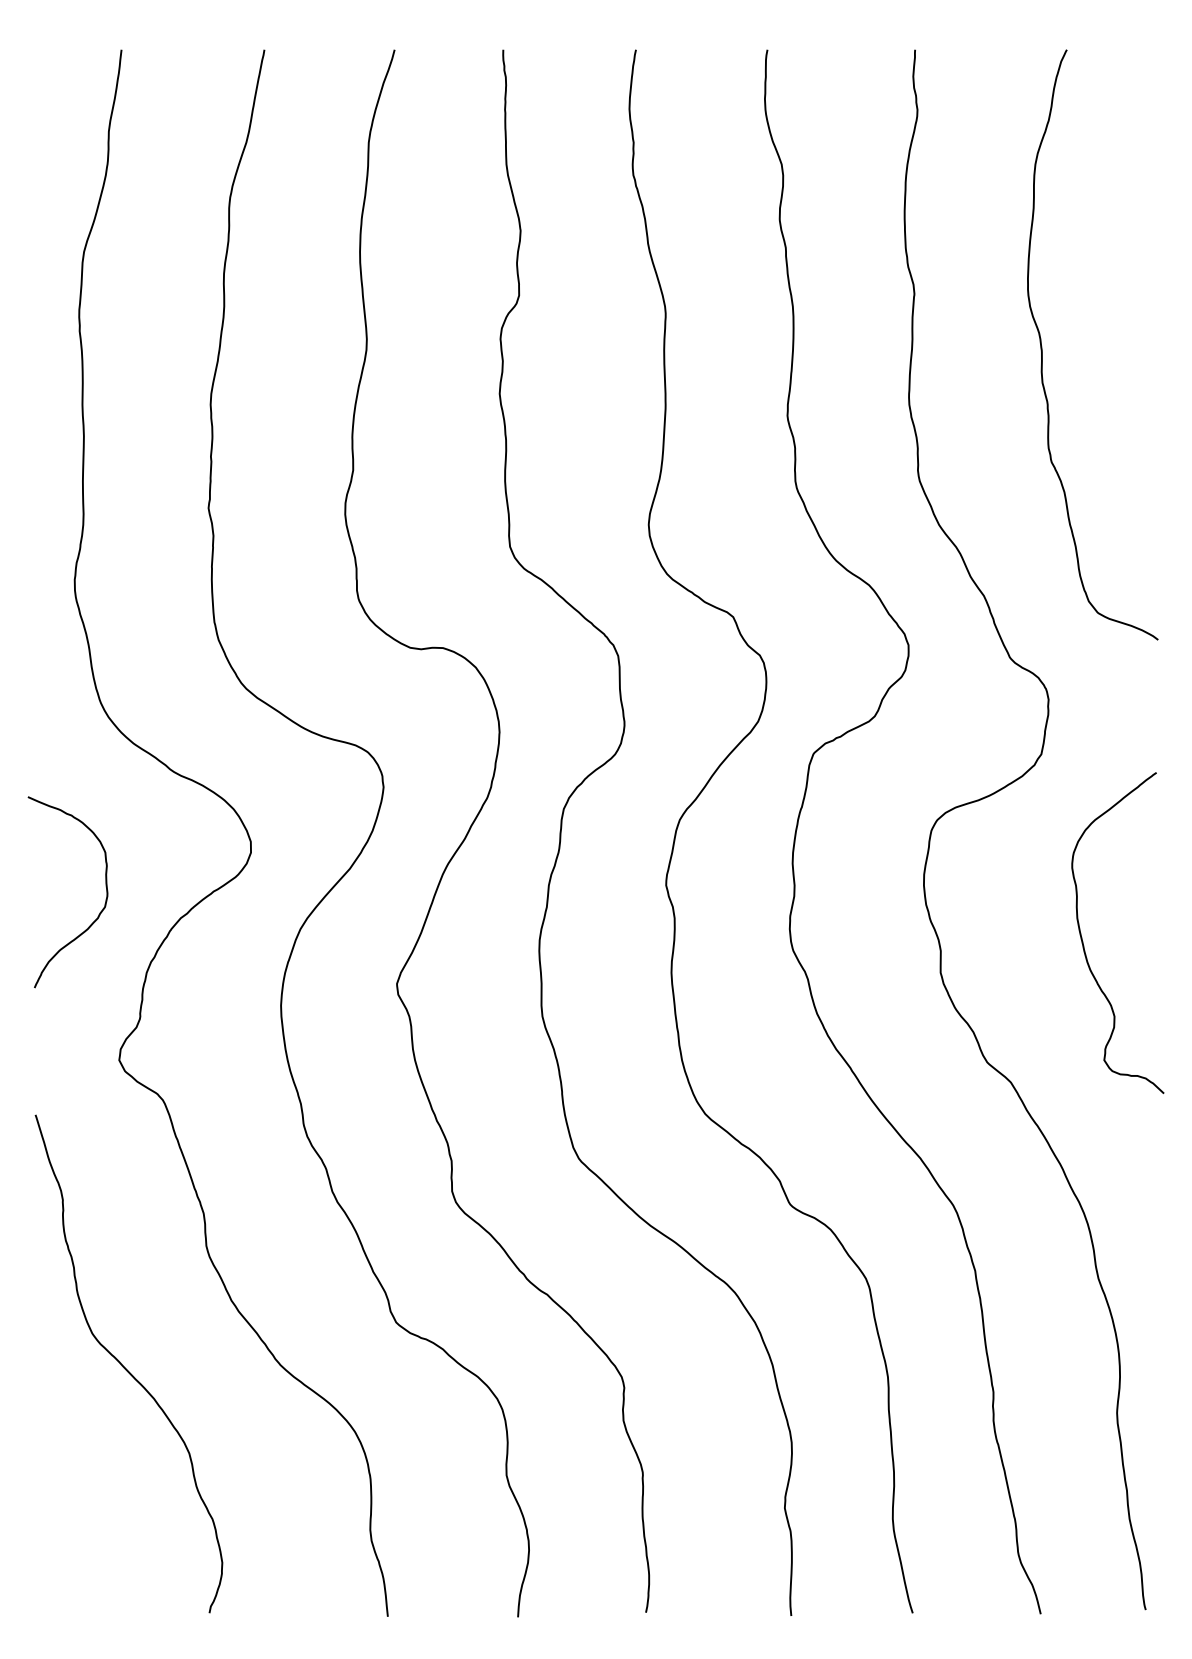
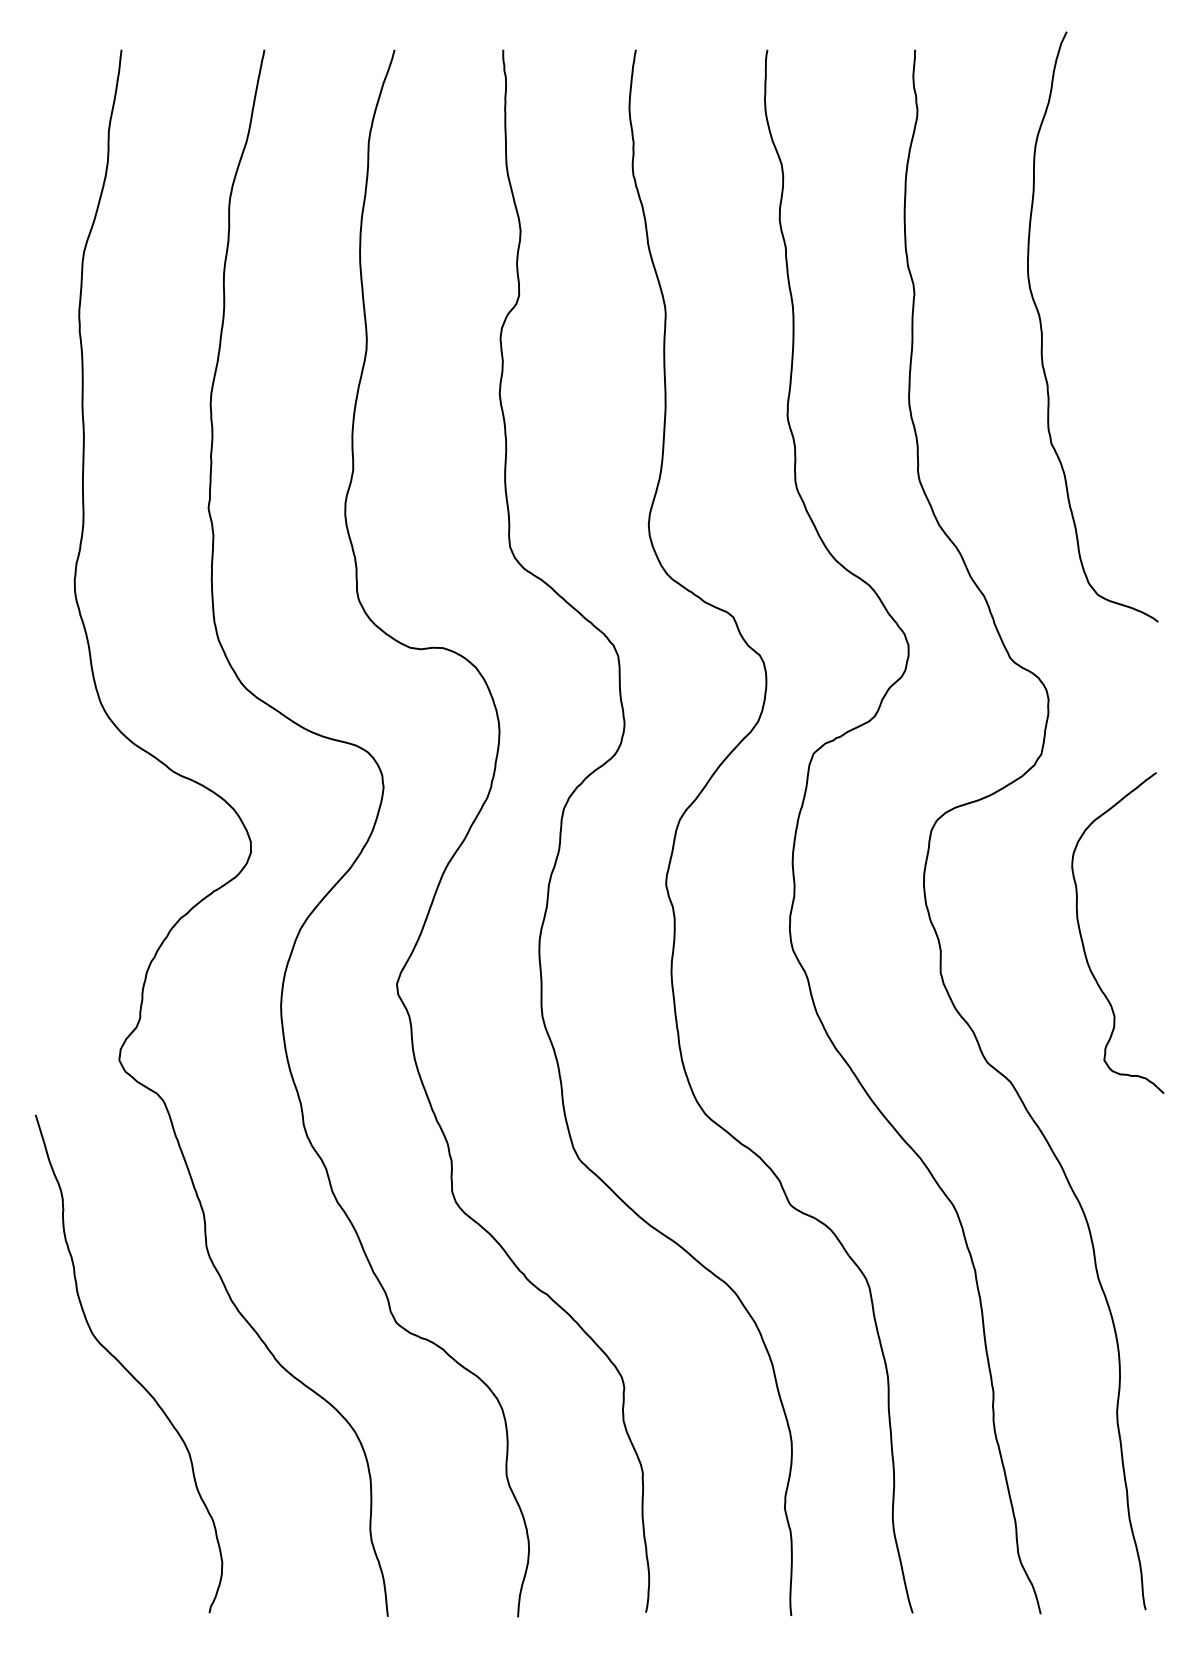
curve at (1042, 346) position: (1042, 346) -> (1042, 328)
curve at (99, 912): present -> none
